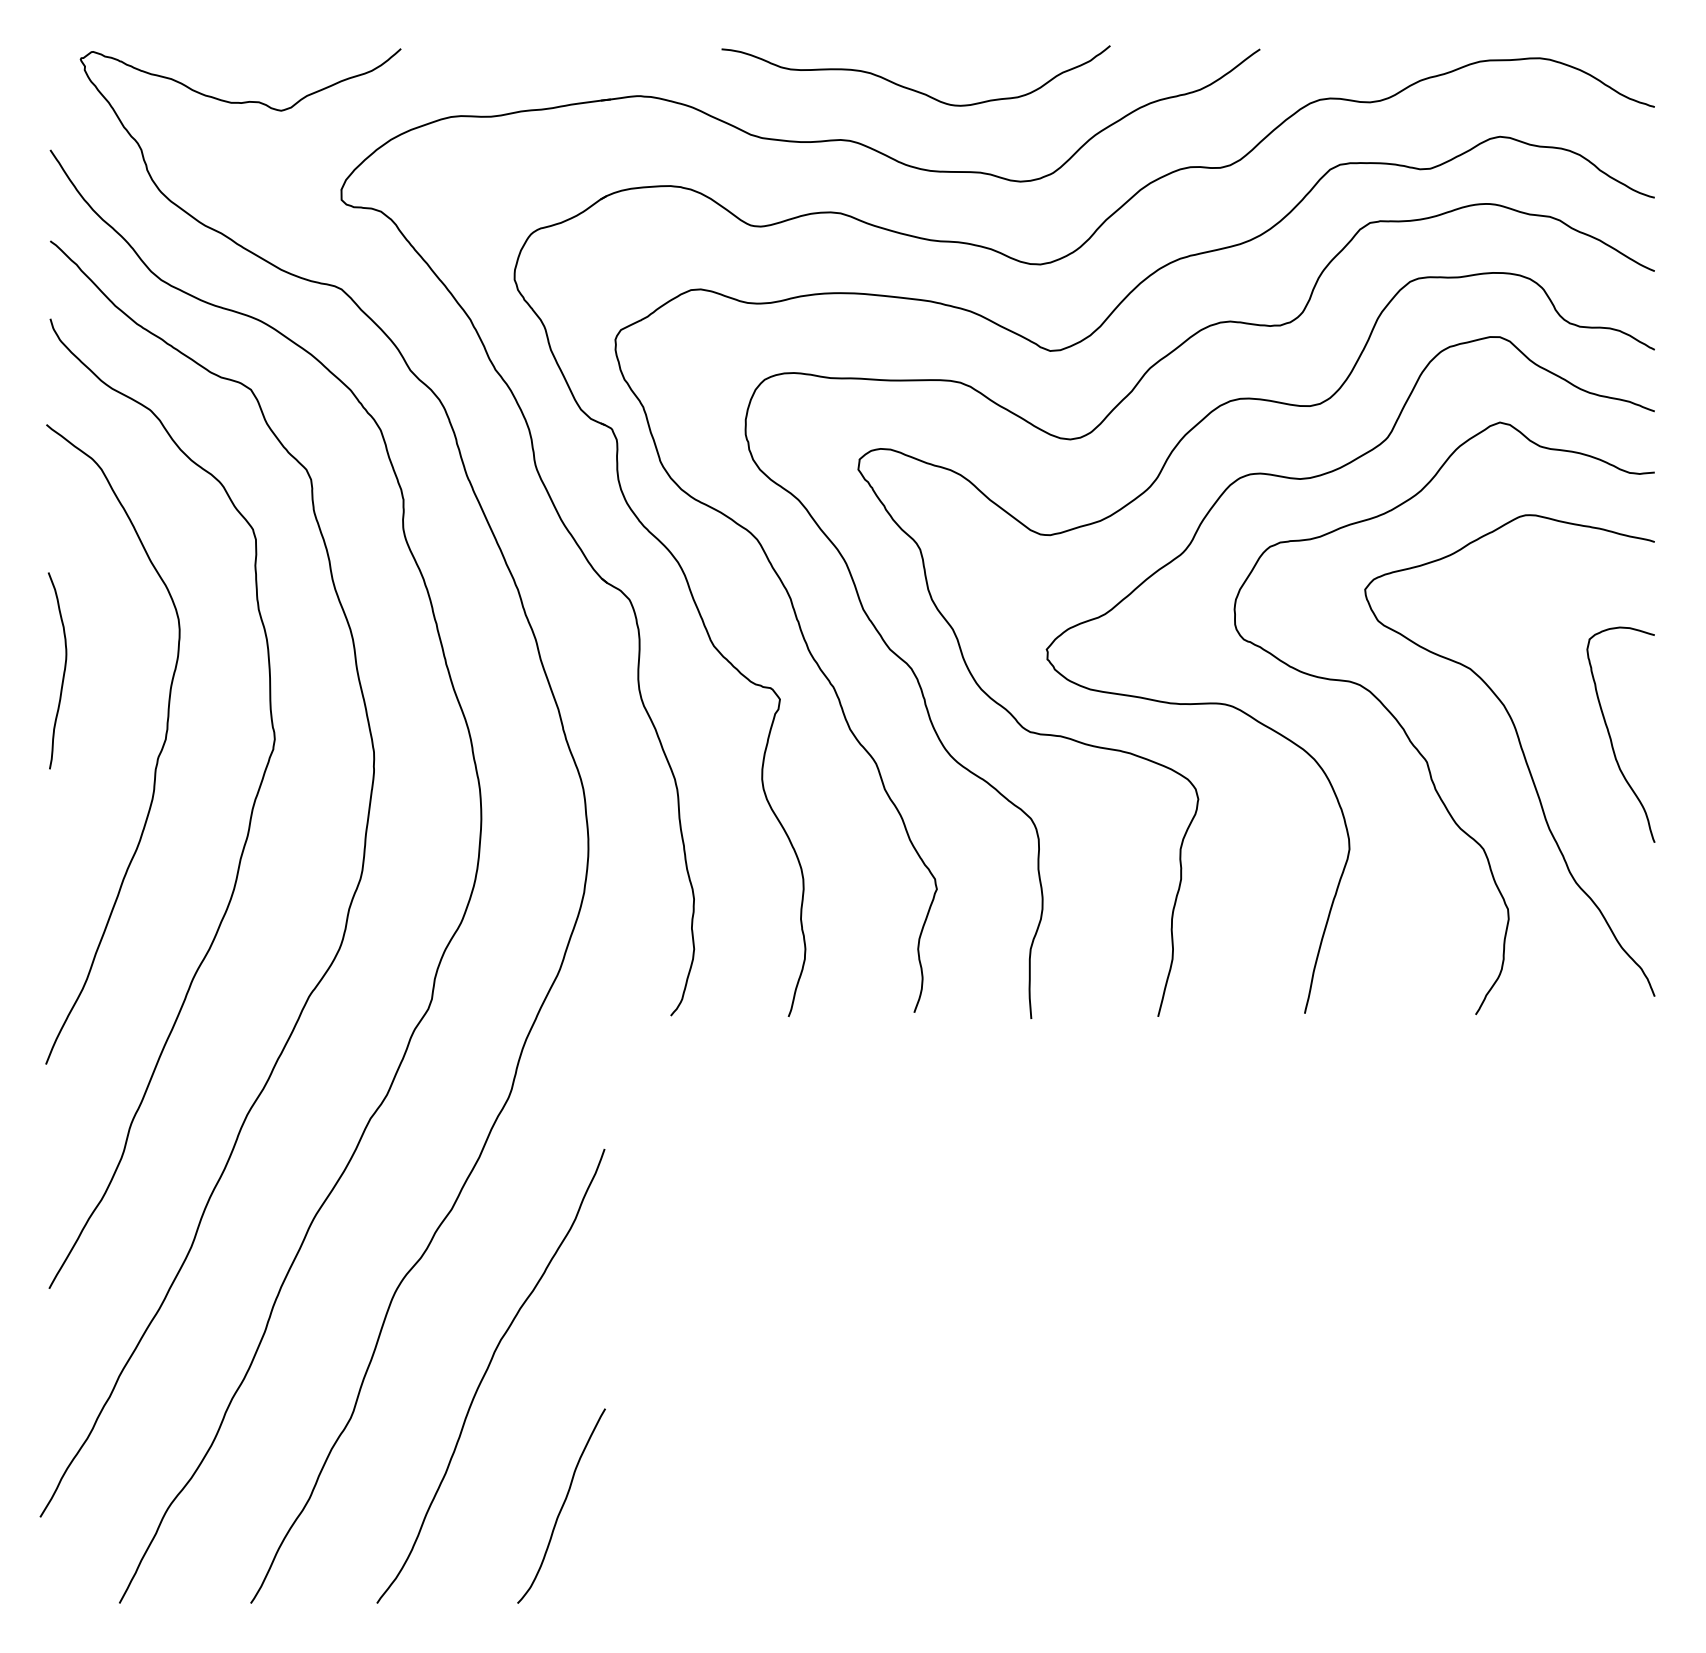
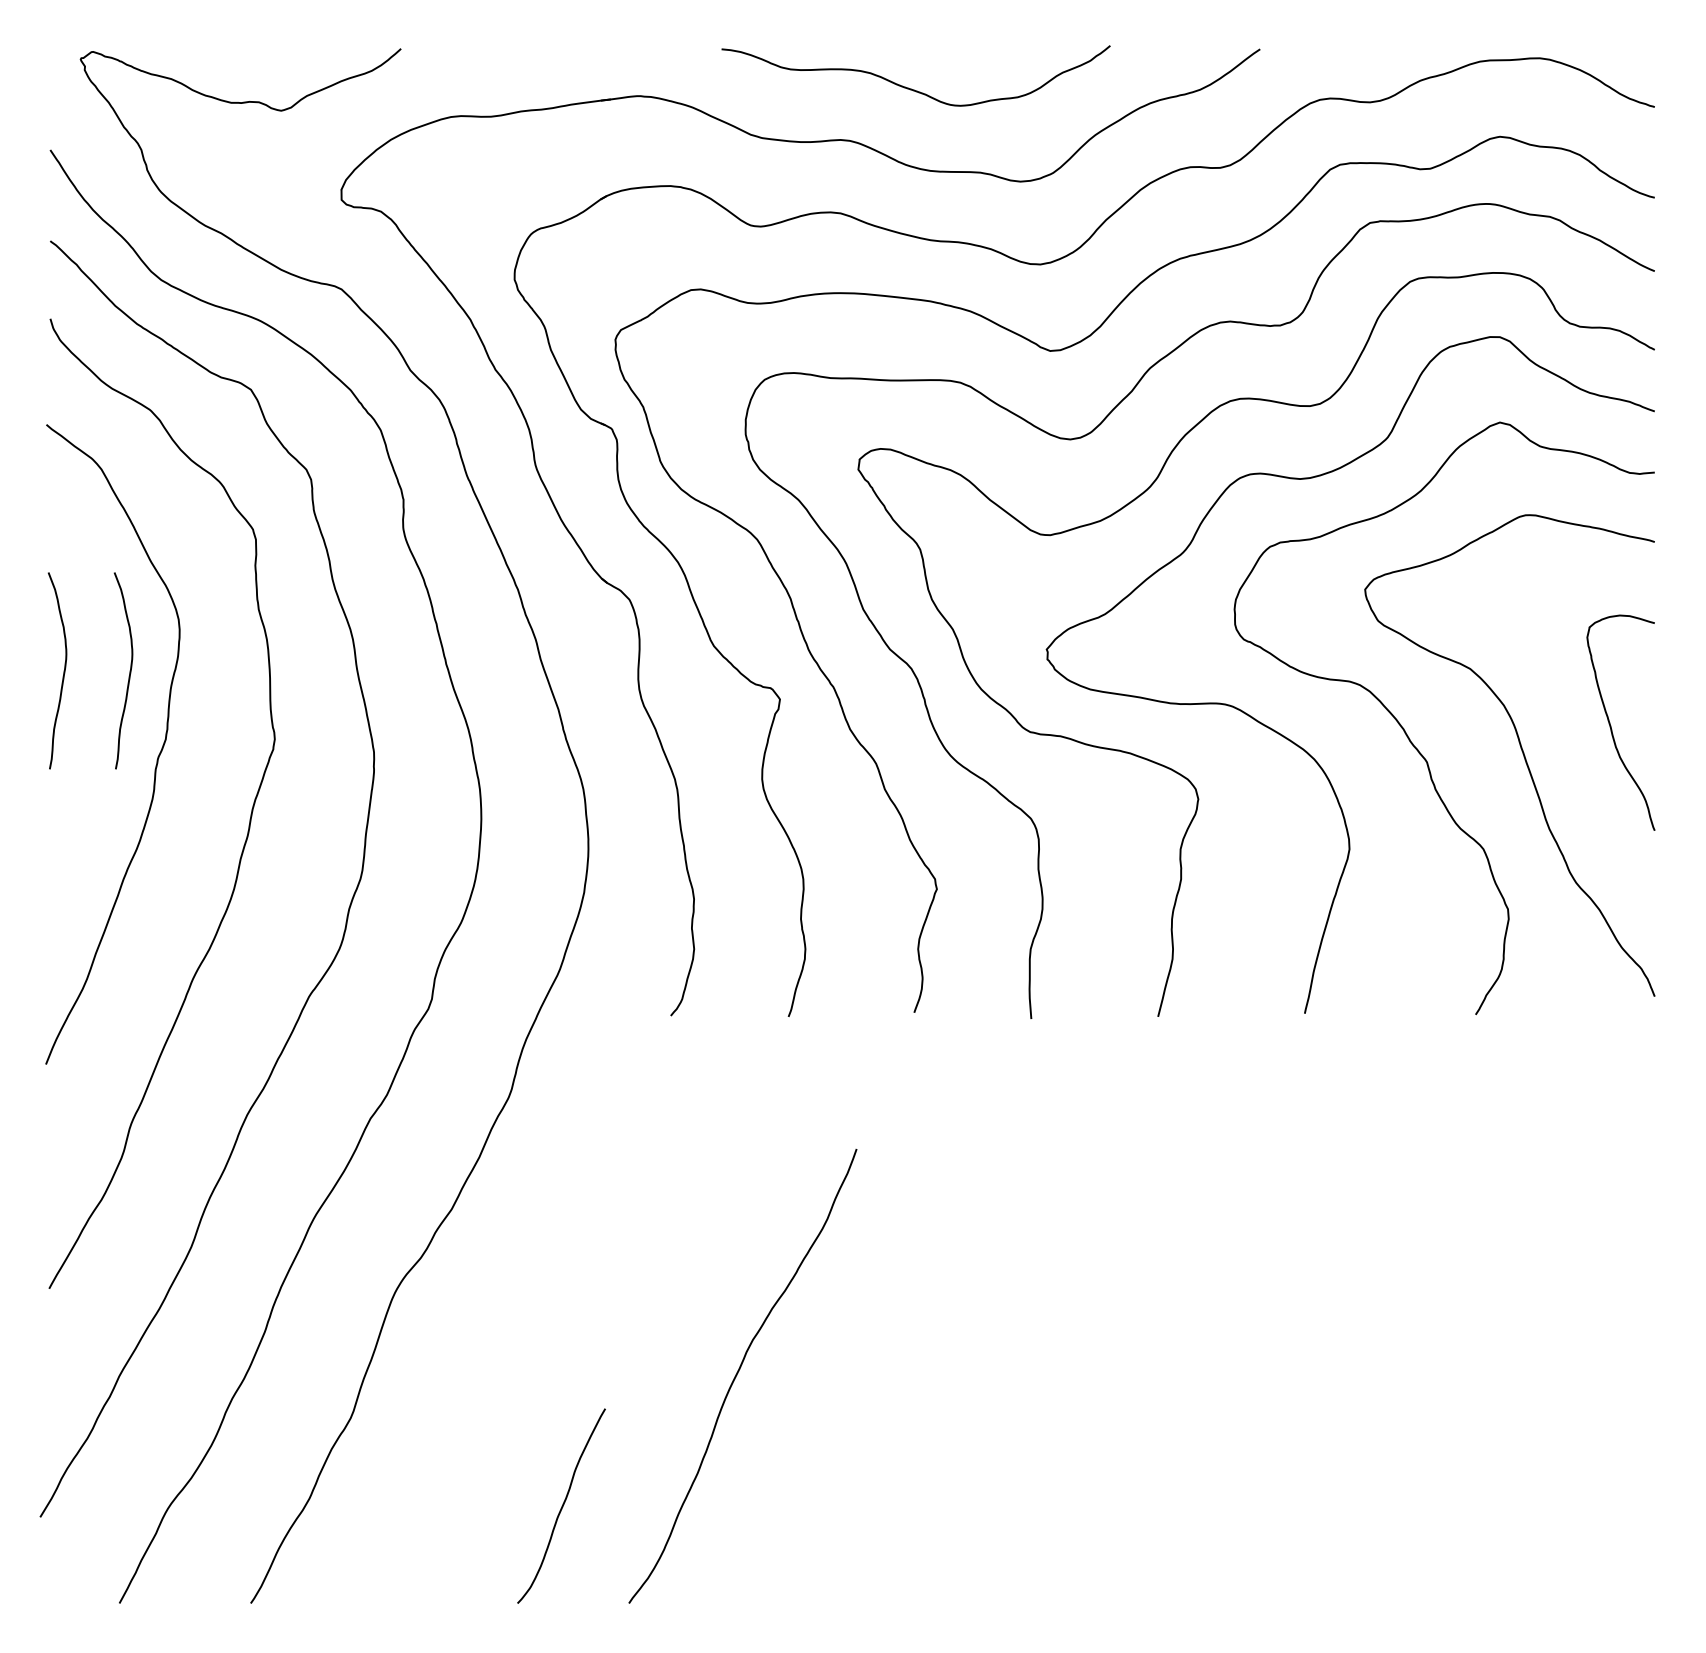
curve at (129, 670): none -> present
curve at (1611, 737) position: (1611, 737) -> (1611, 725)
curve at (486, 1373) position: (486, 1373) -> (738, 1373)
